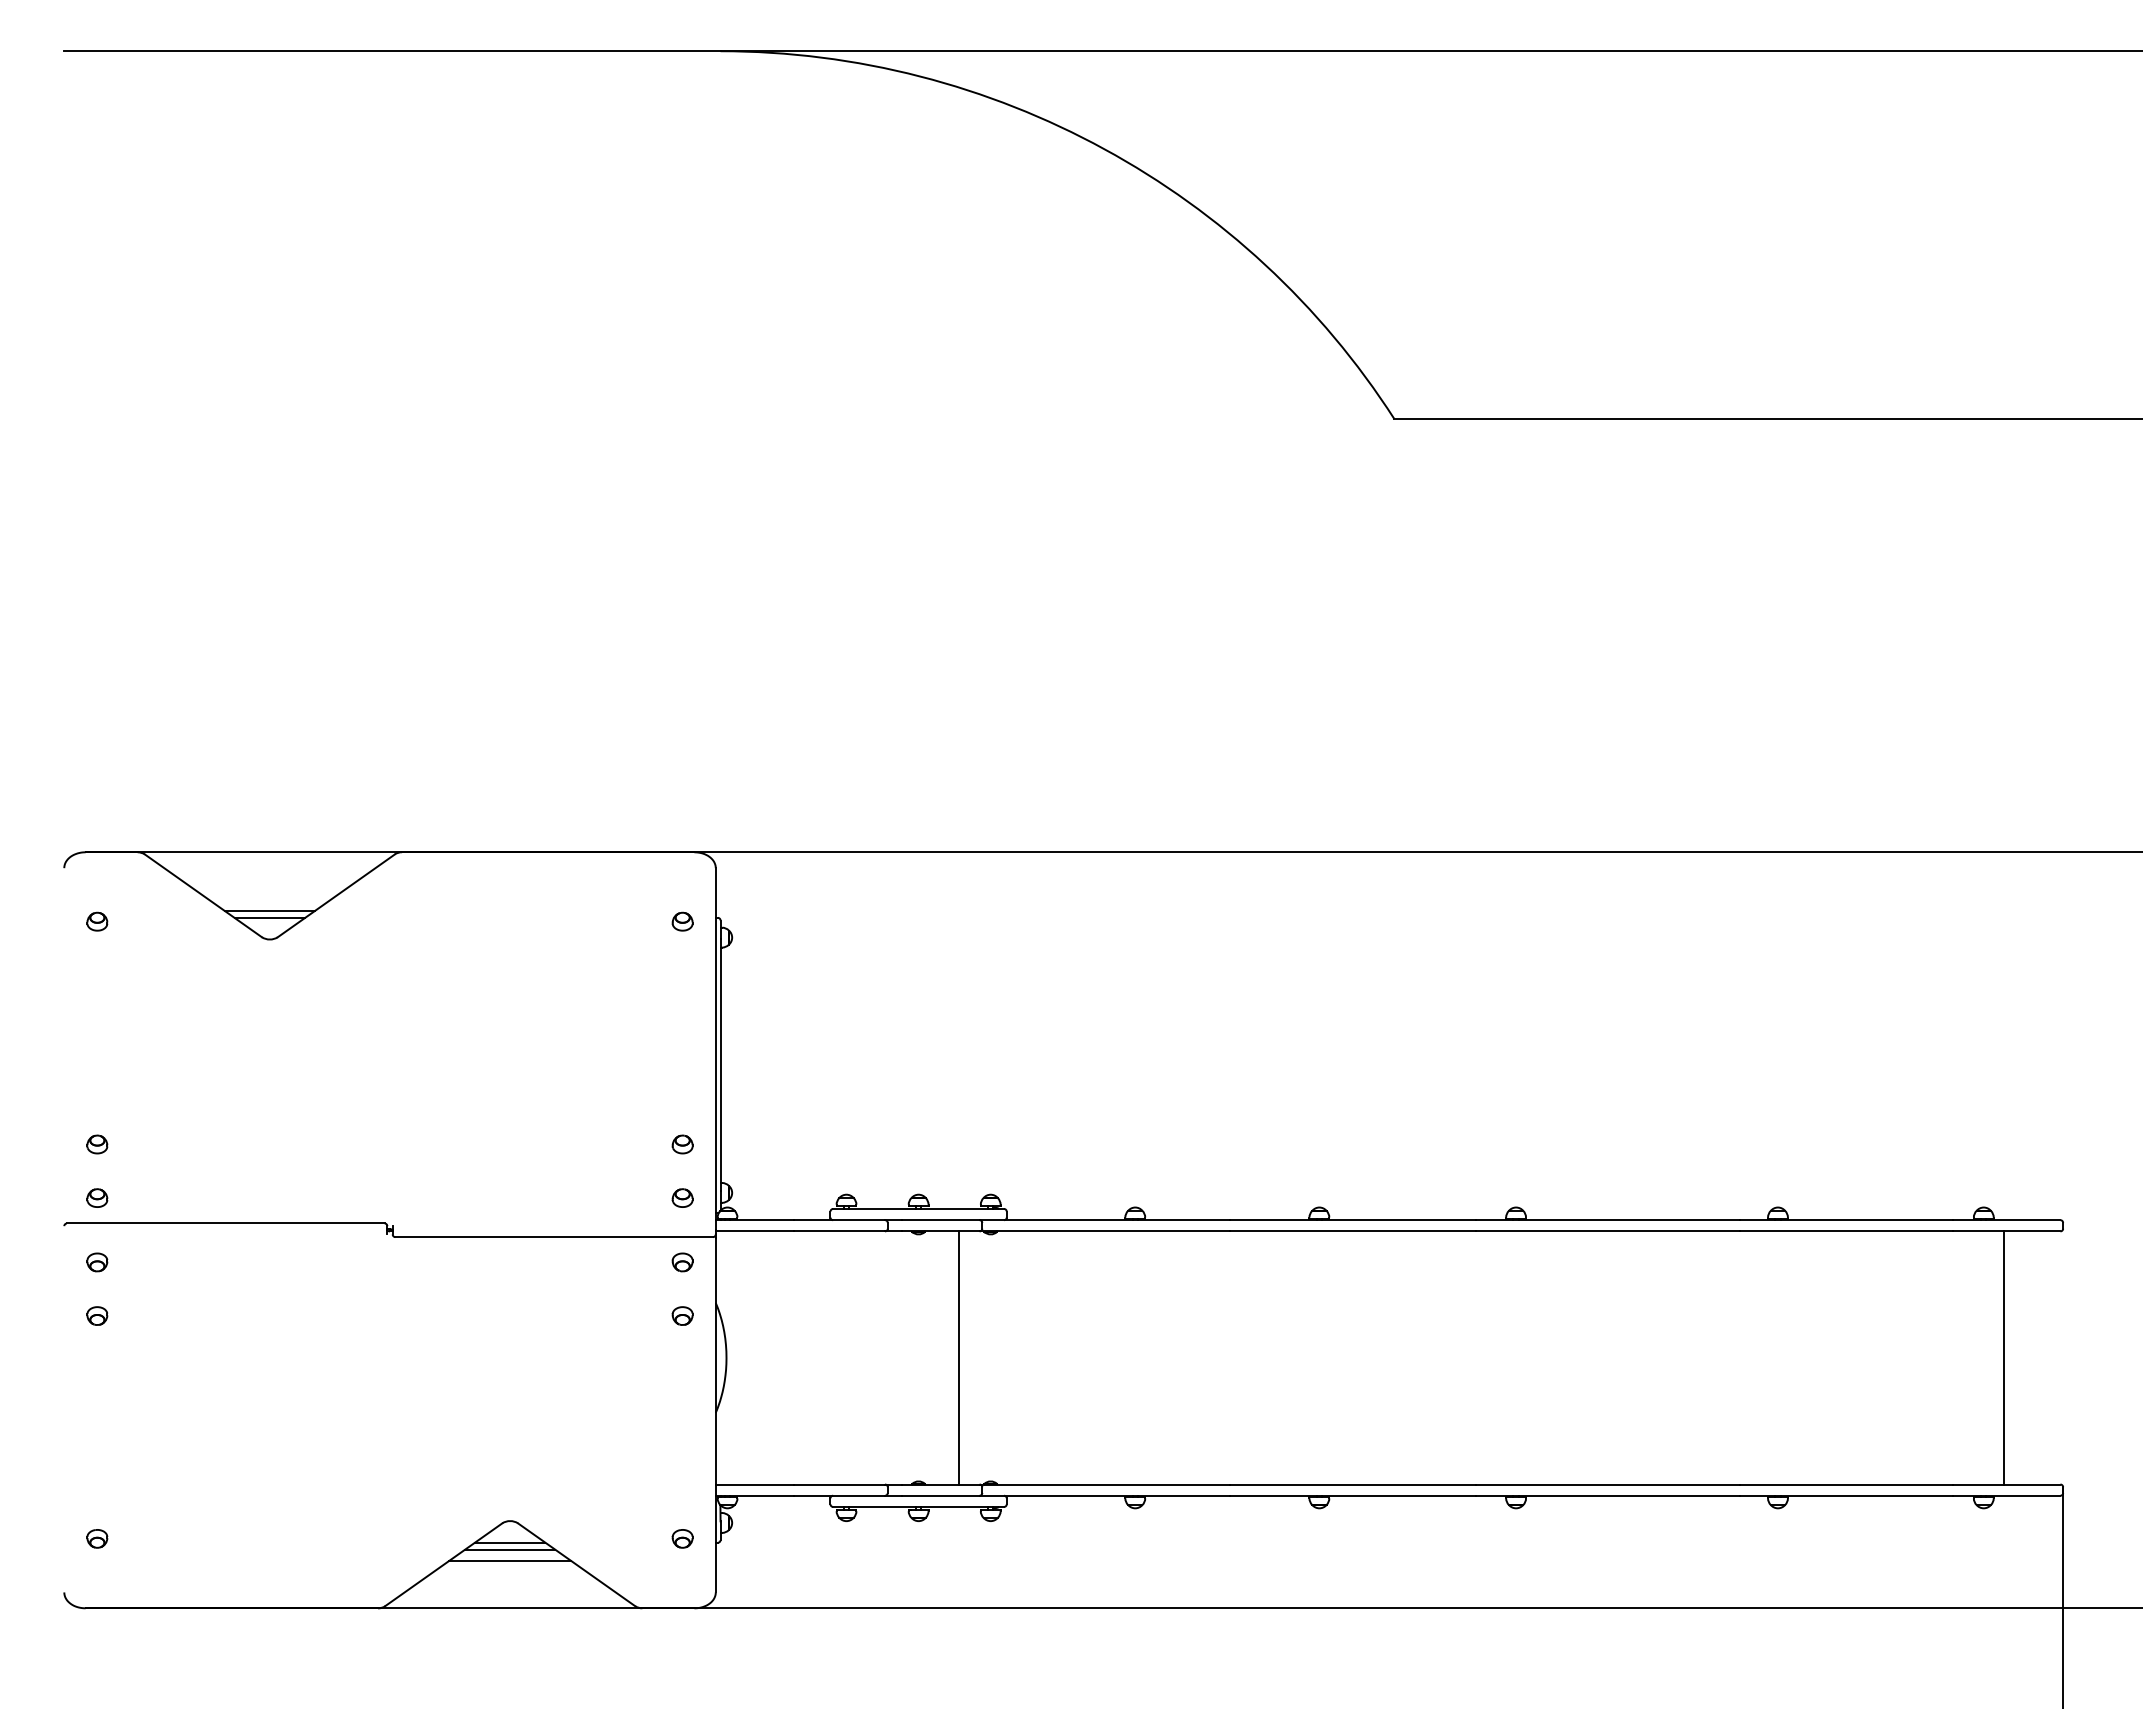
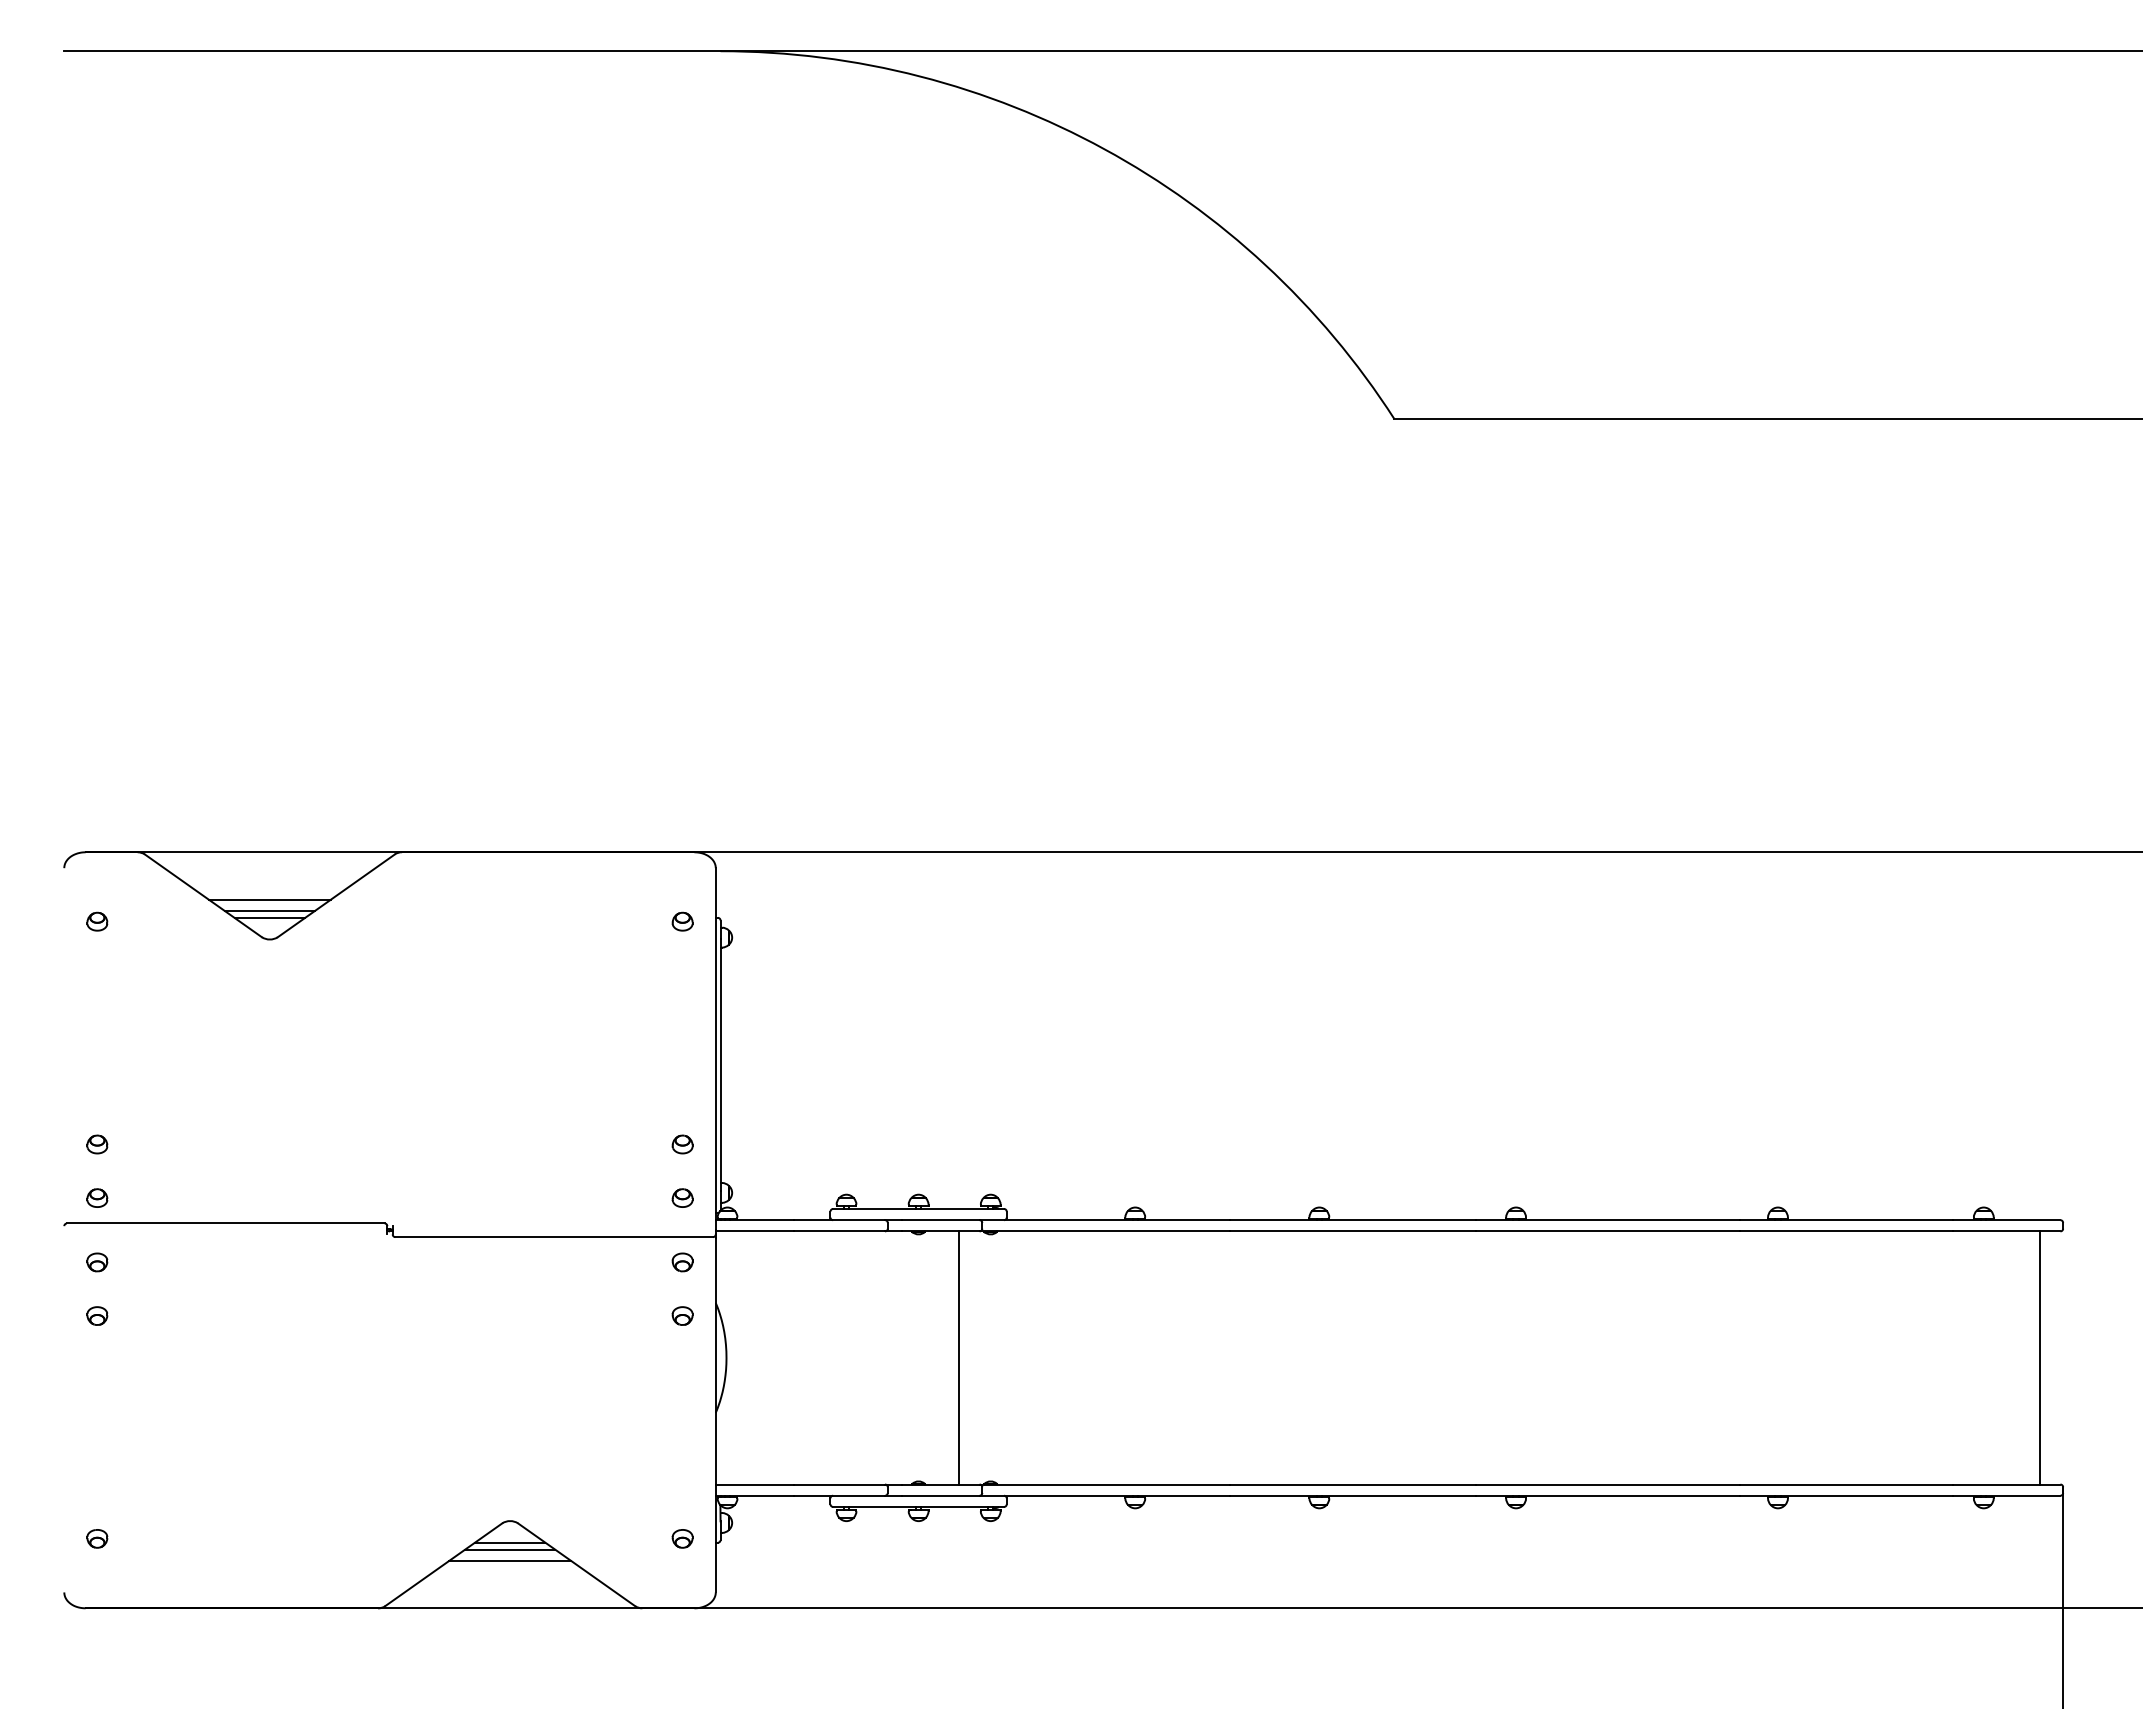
line at (269, 899): none -> present
line at (2003, 1357) position: (2003, 1357) -> (2039, 1357)
